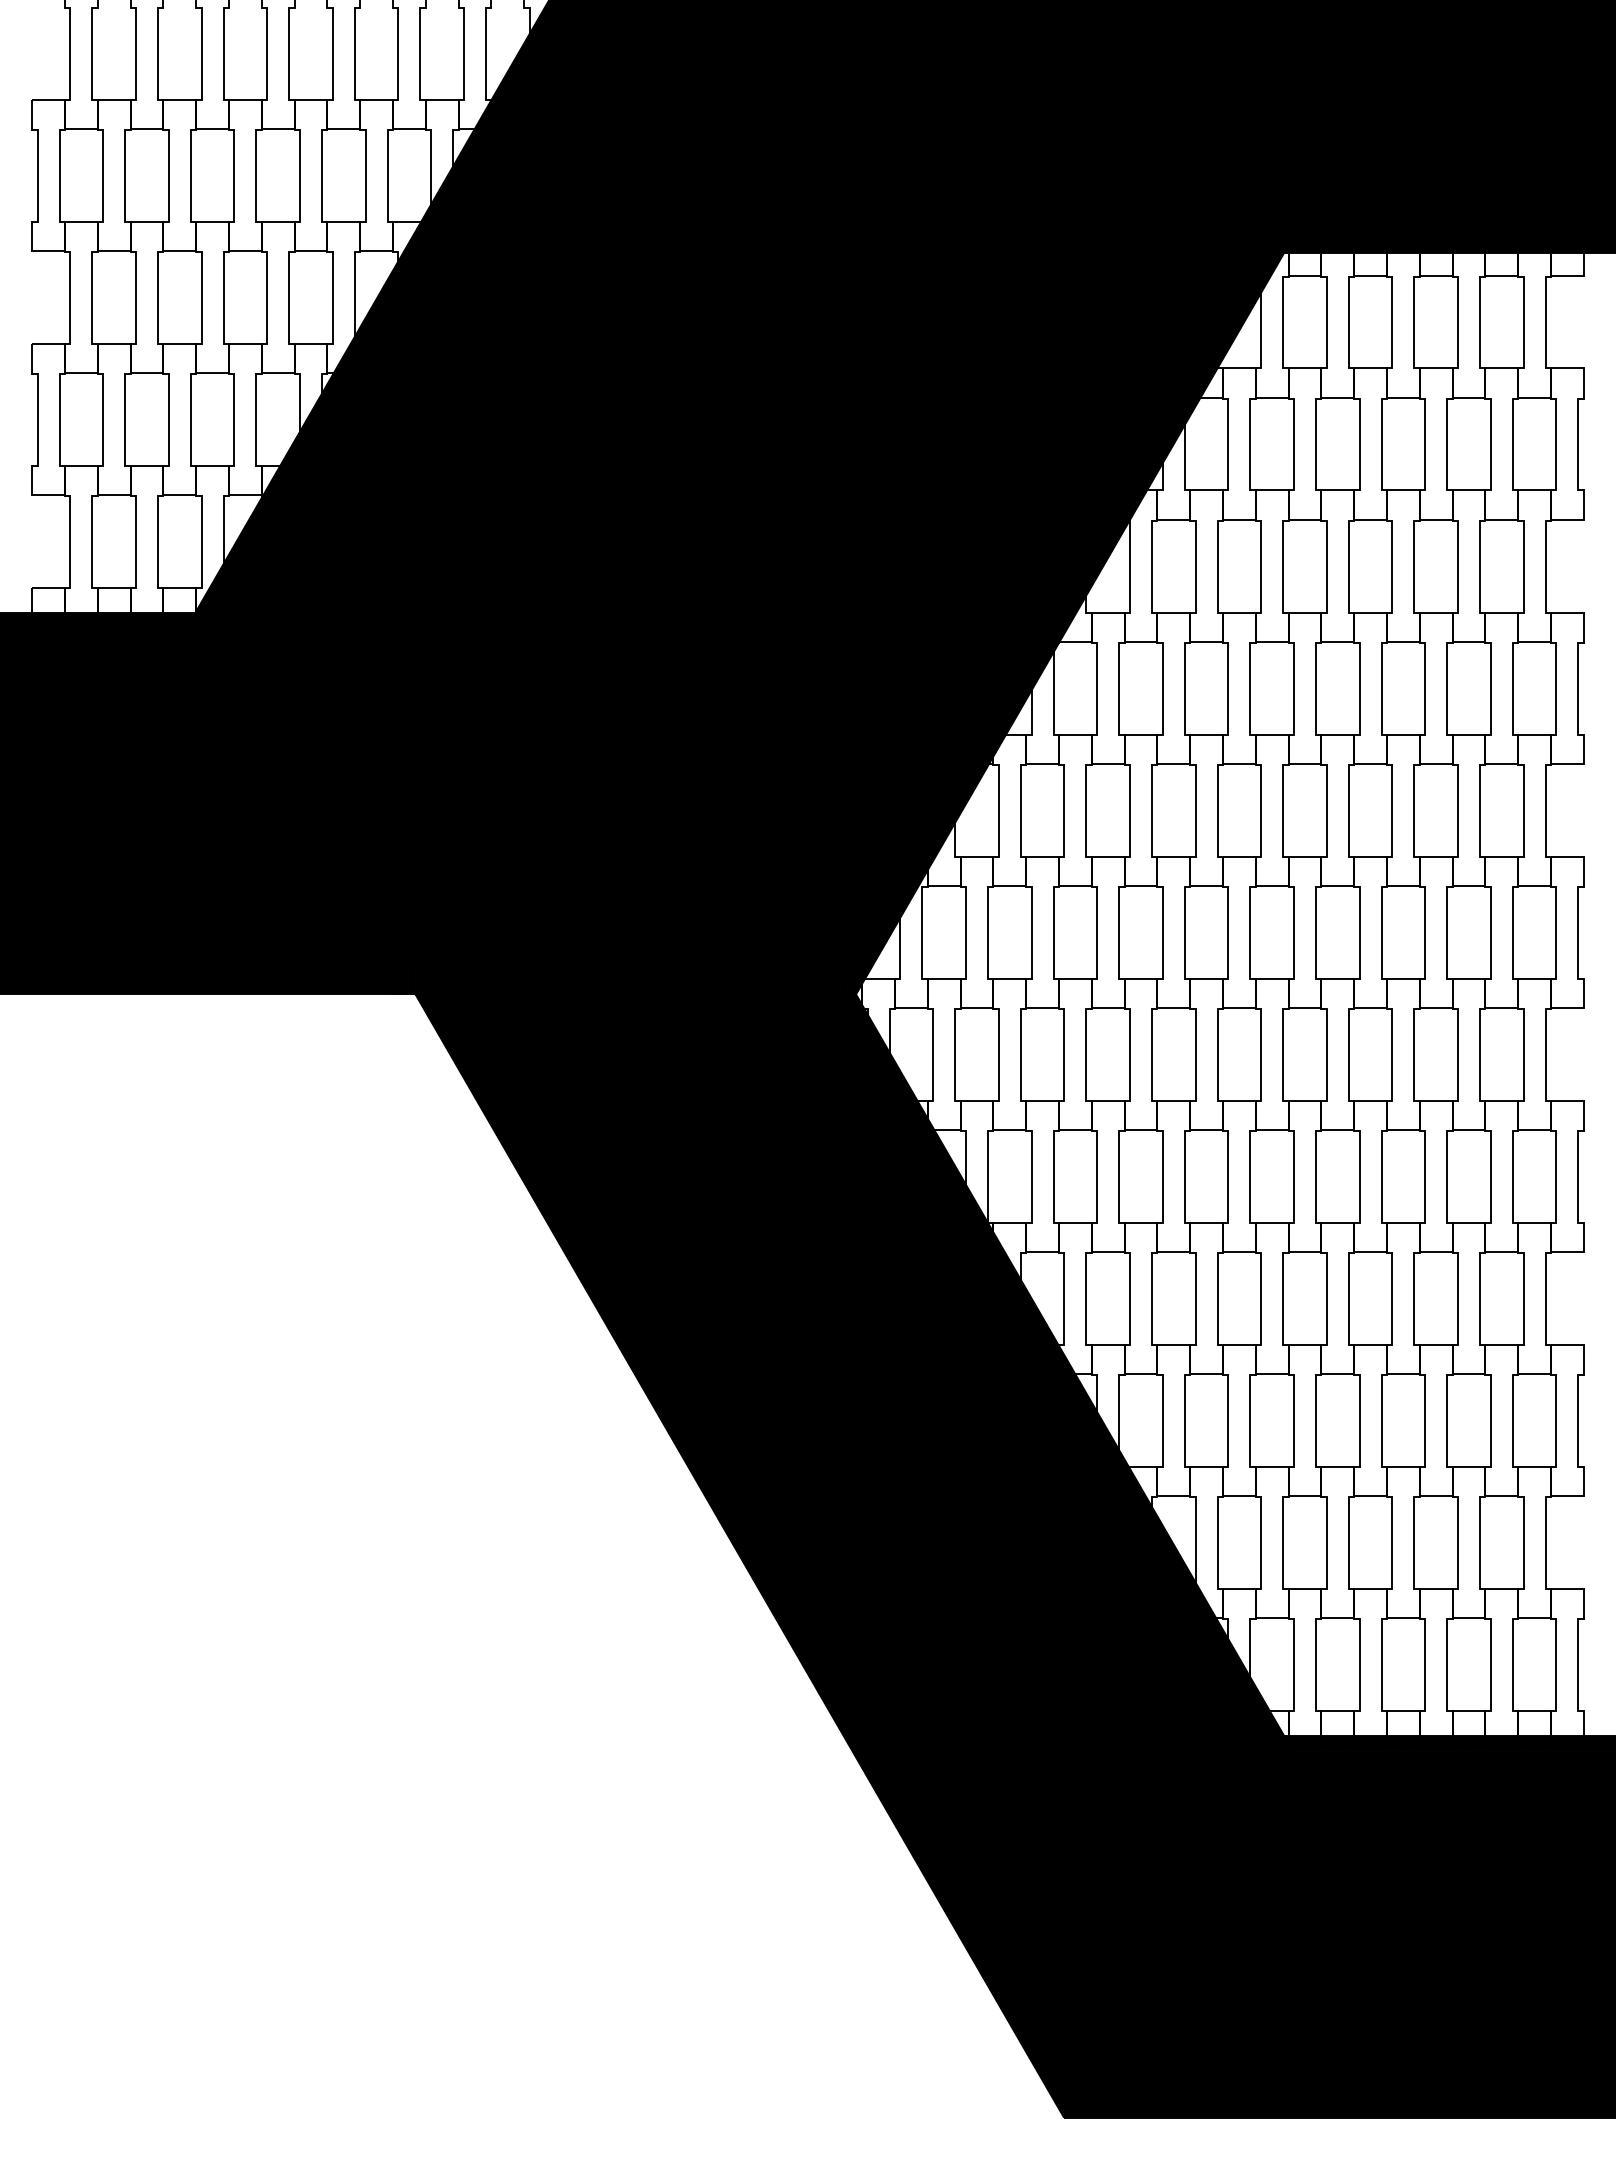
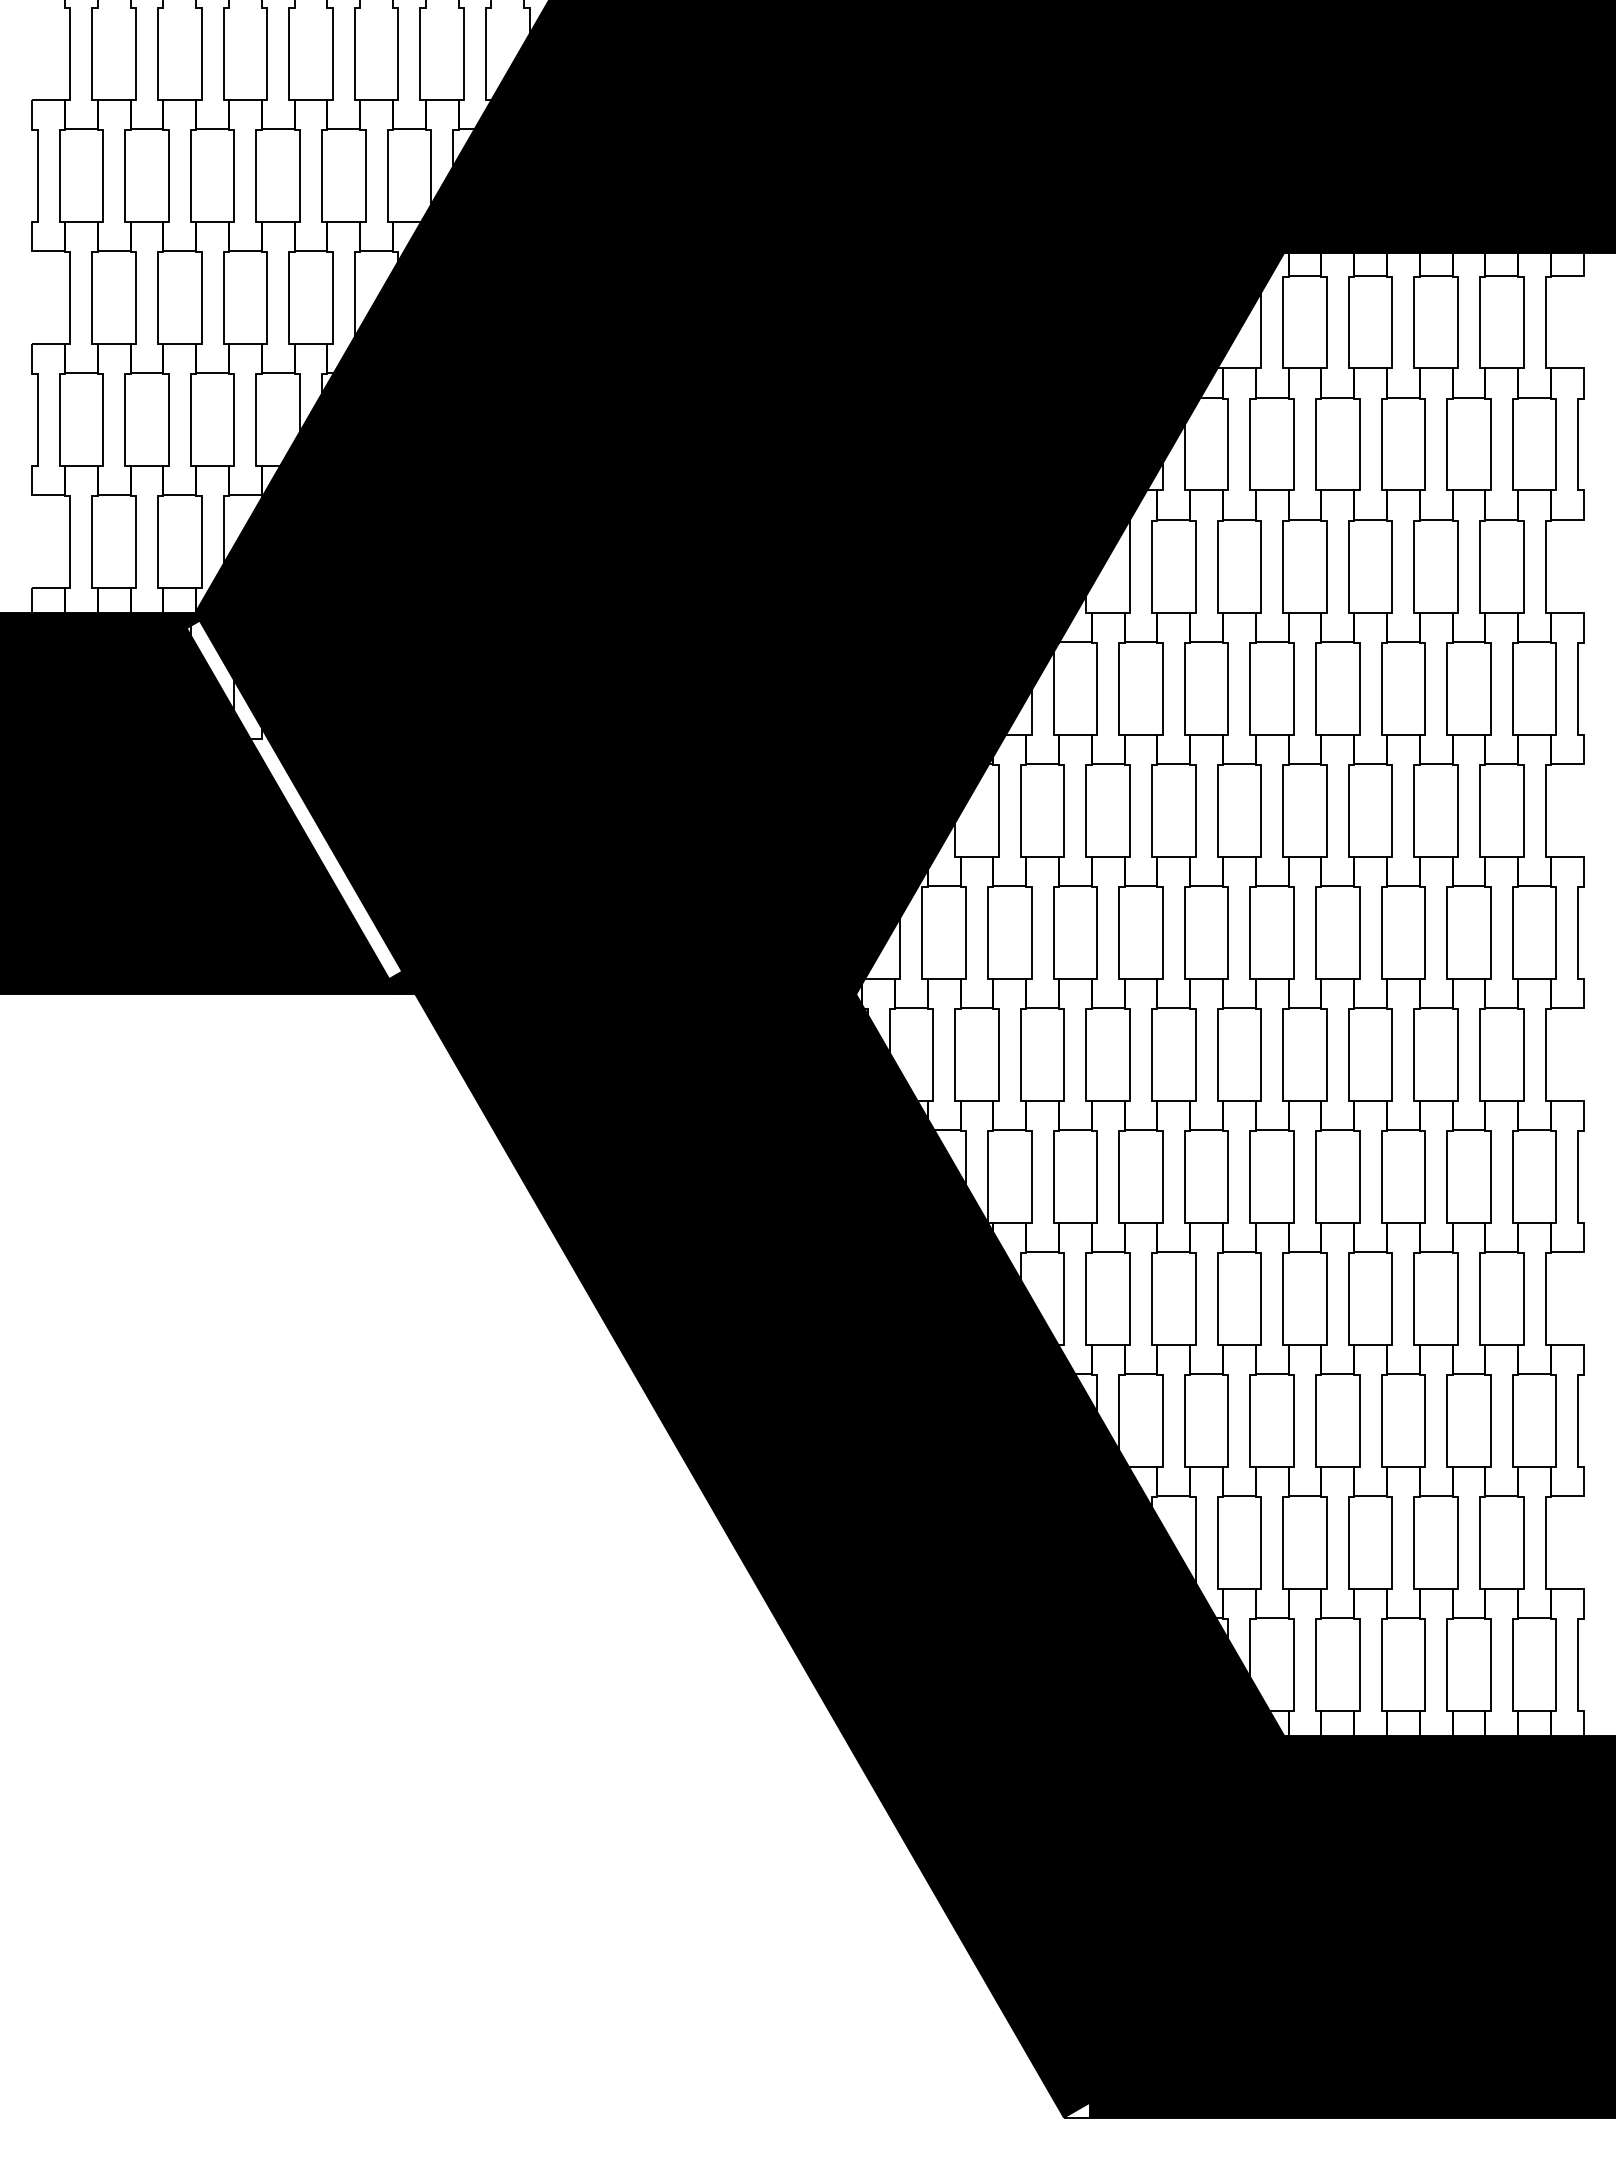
fill at (294, 799): present -> none
fill at (1077, 2109): present -> none
